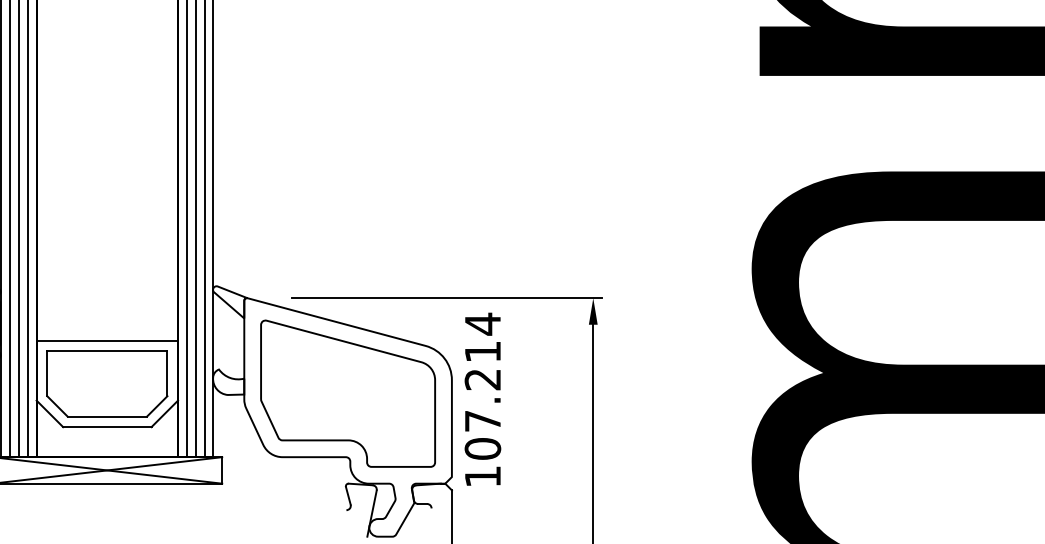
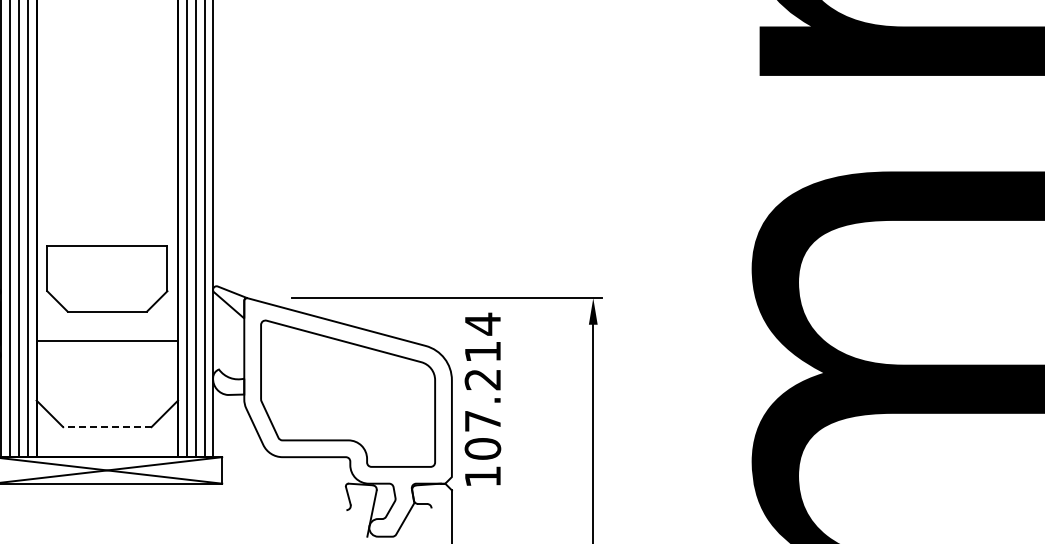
part at (107, 383) position: (107, 383) -> (107, 278)
line at (106, 427): solid -> dashed
